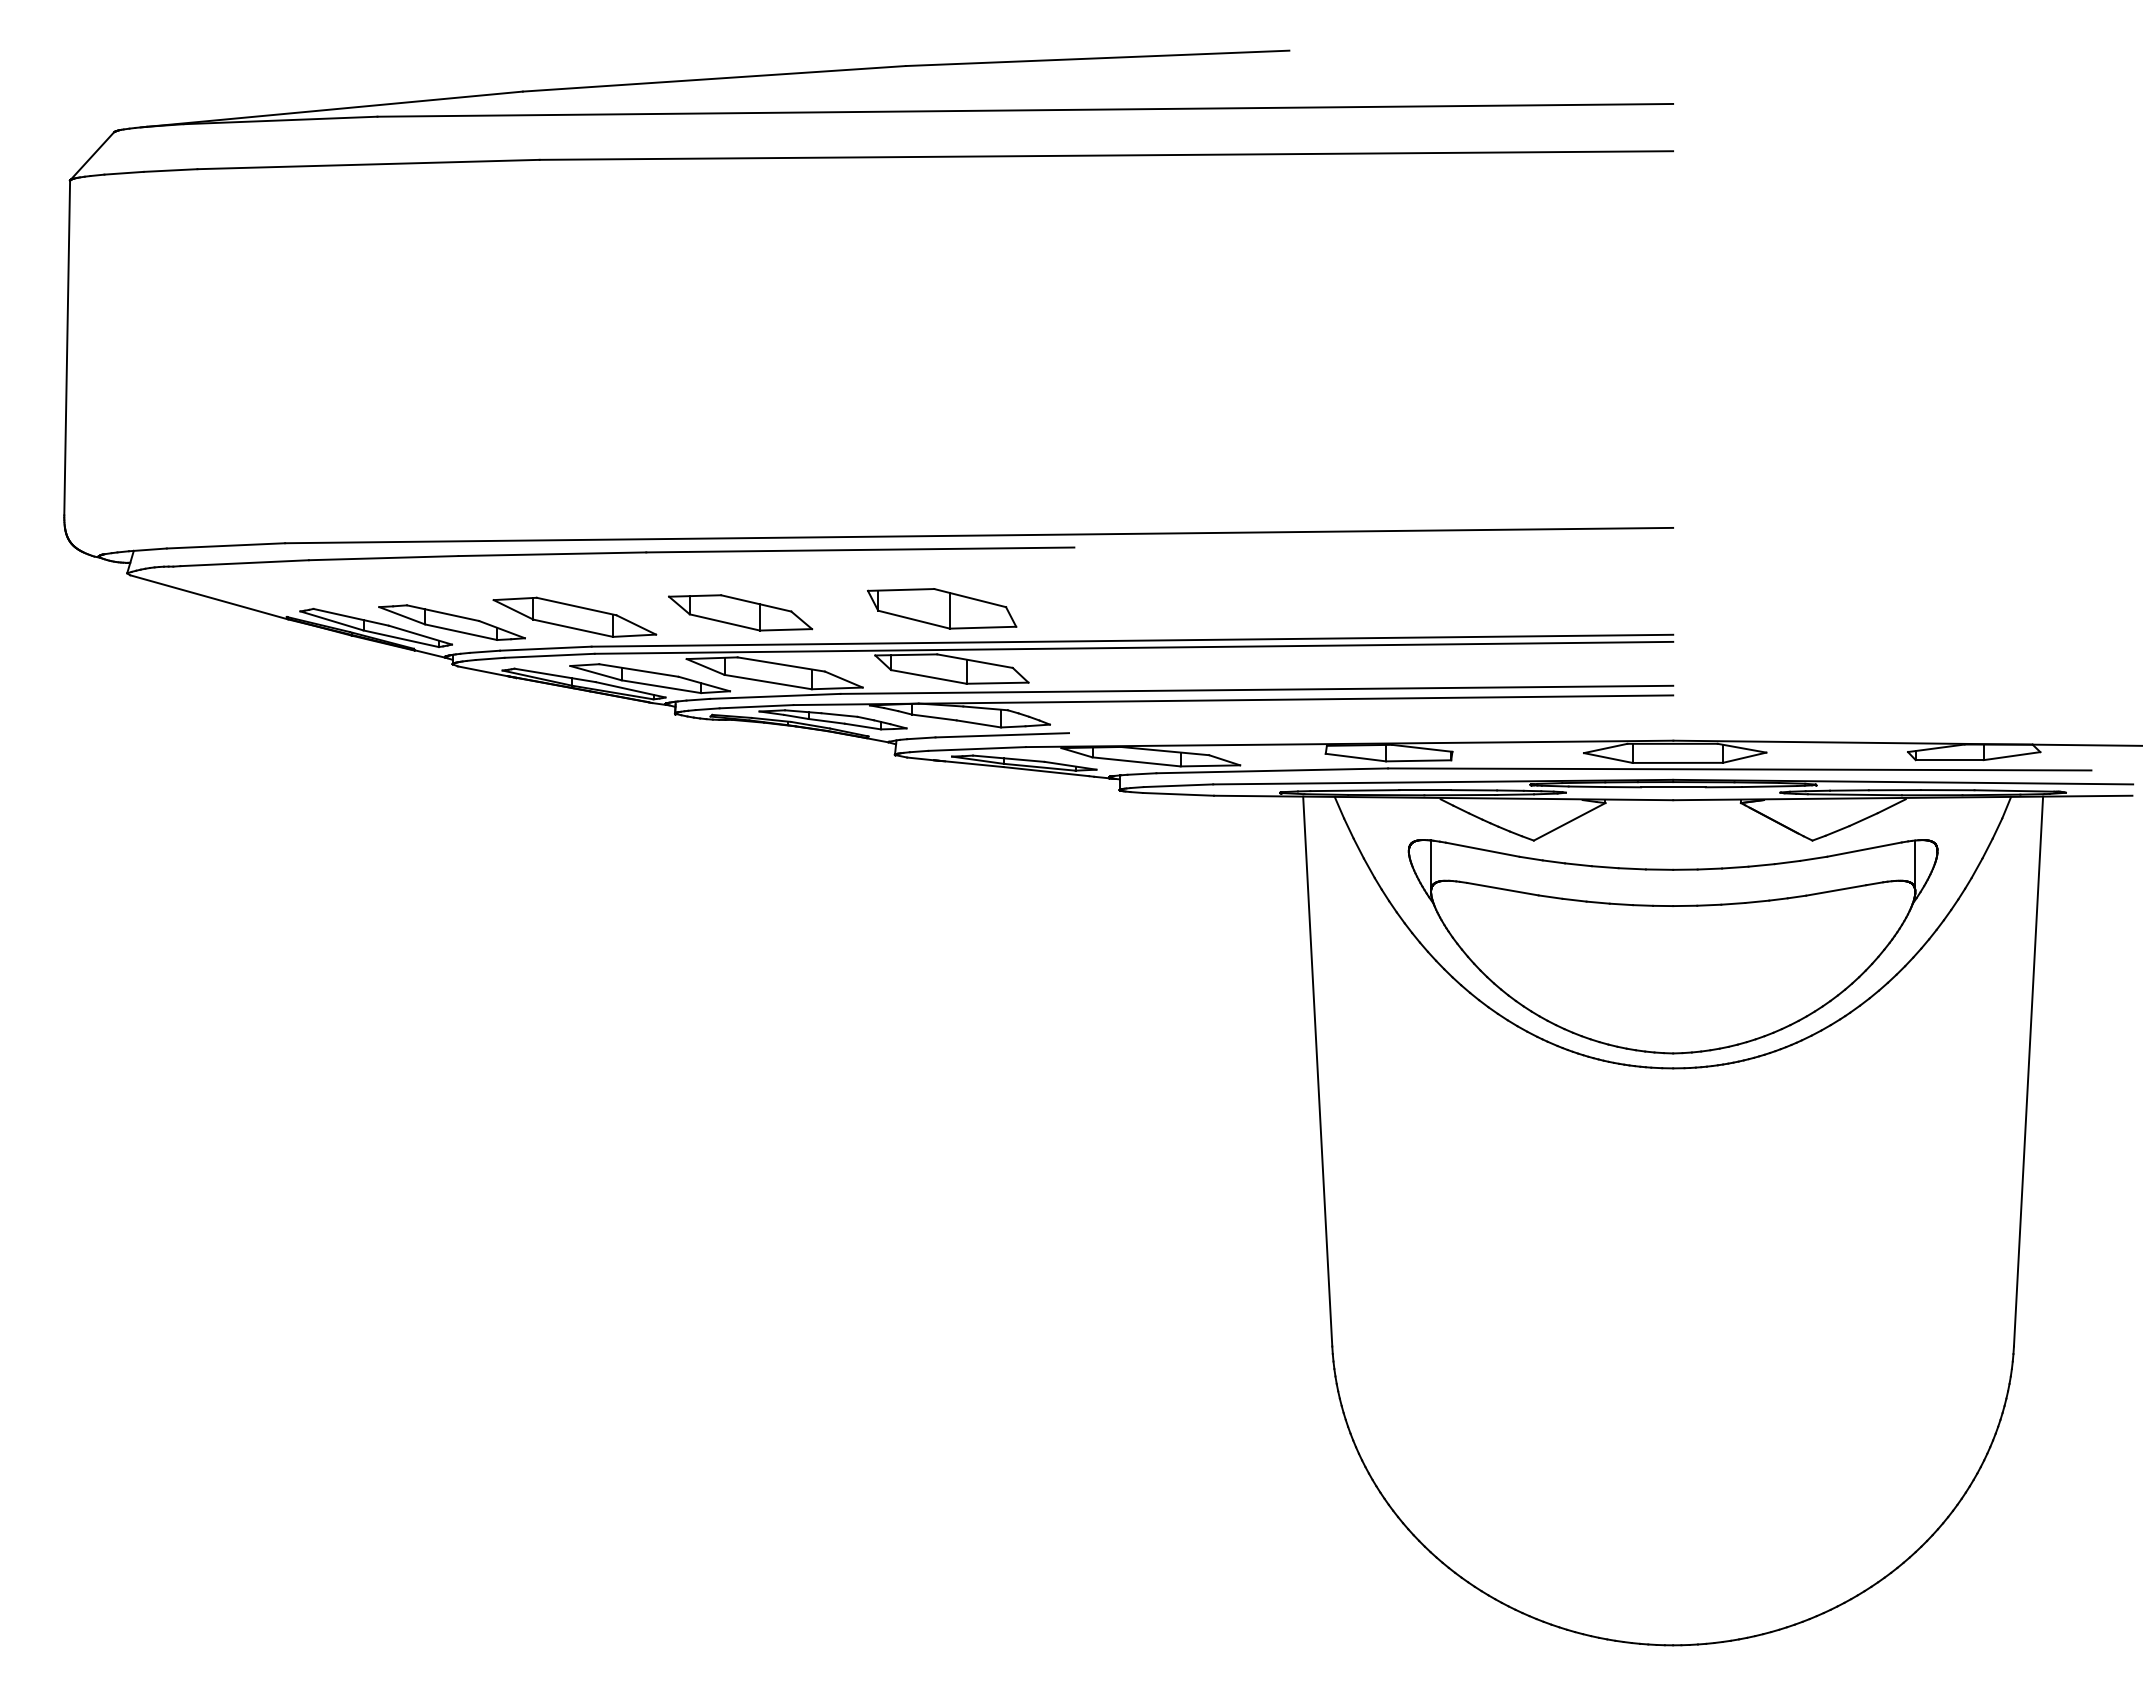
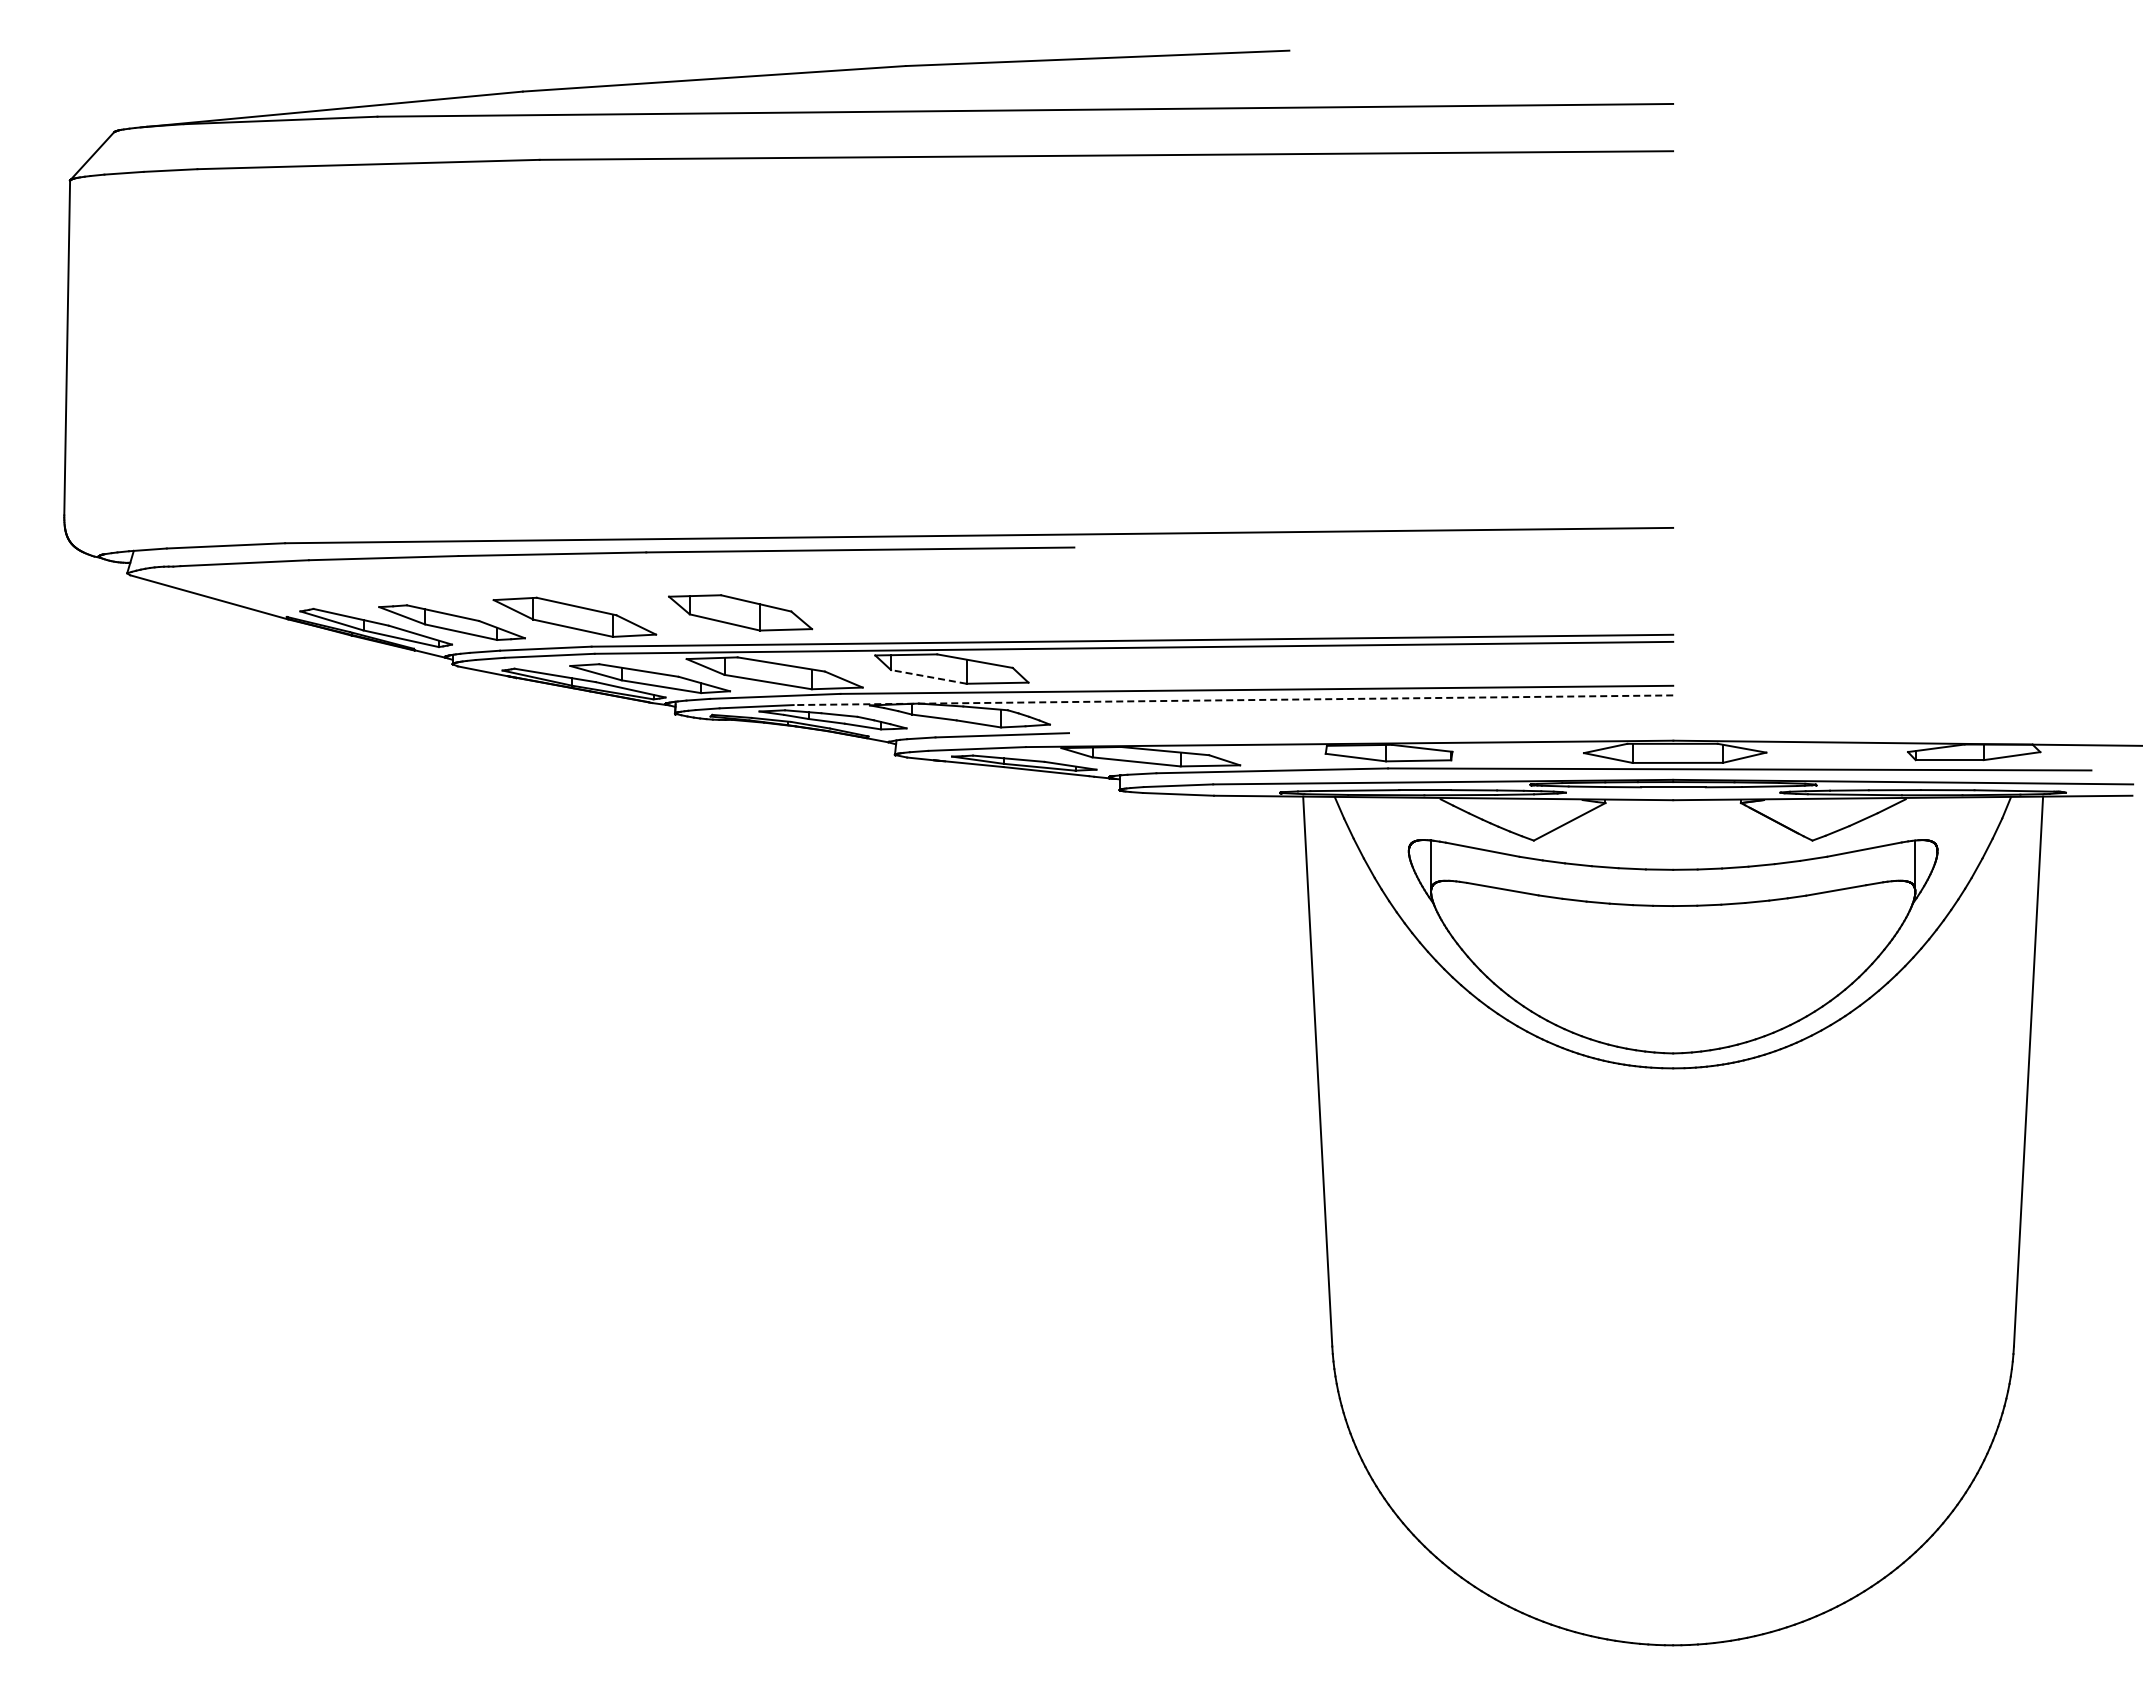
part at (942, 608): present -> none
line at (928, 676): solid -> dashed
line at (1233, 700): solid -> dashed
